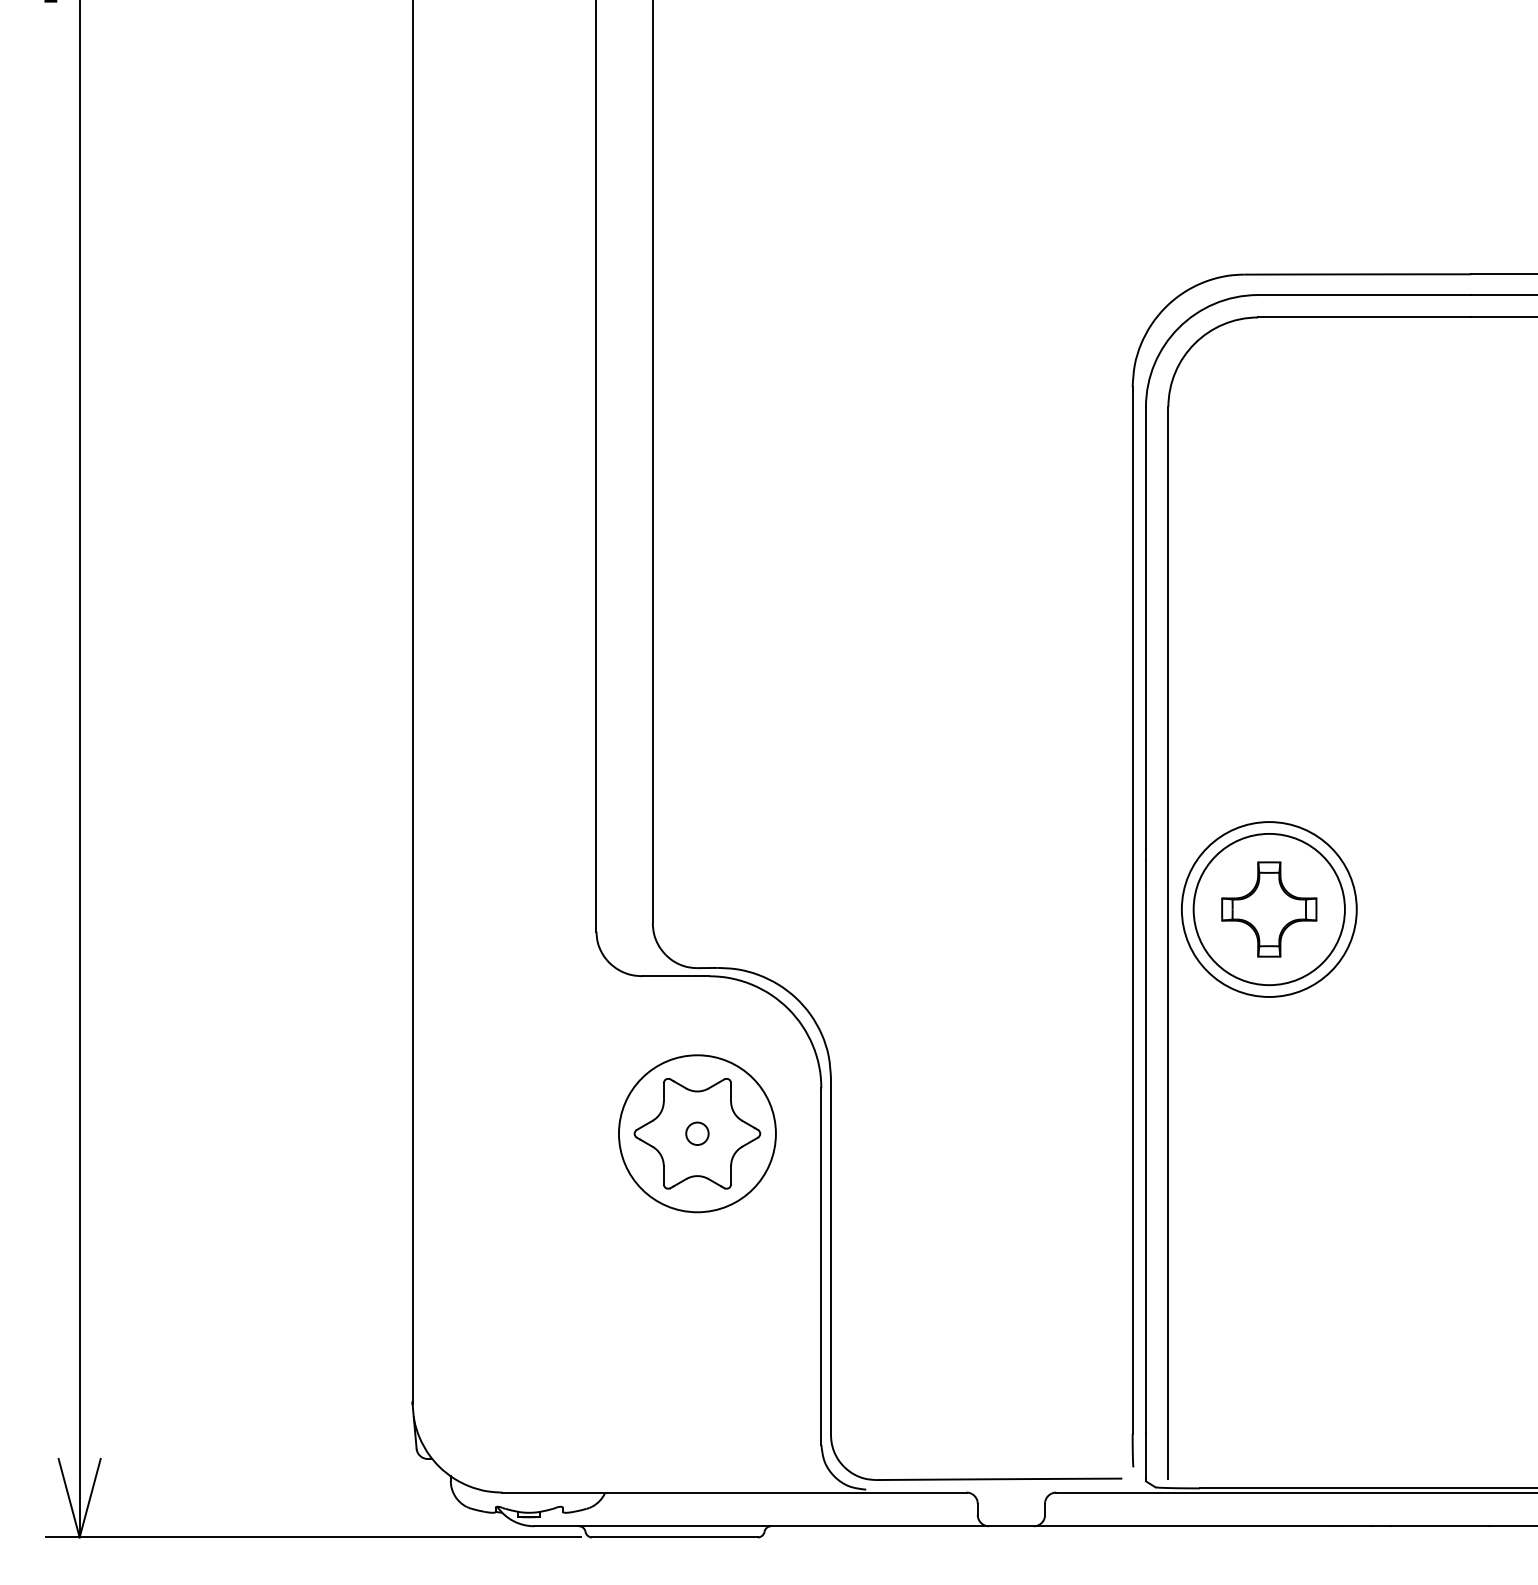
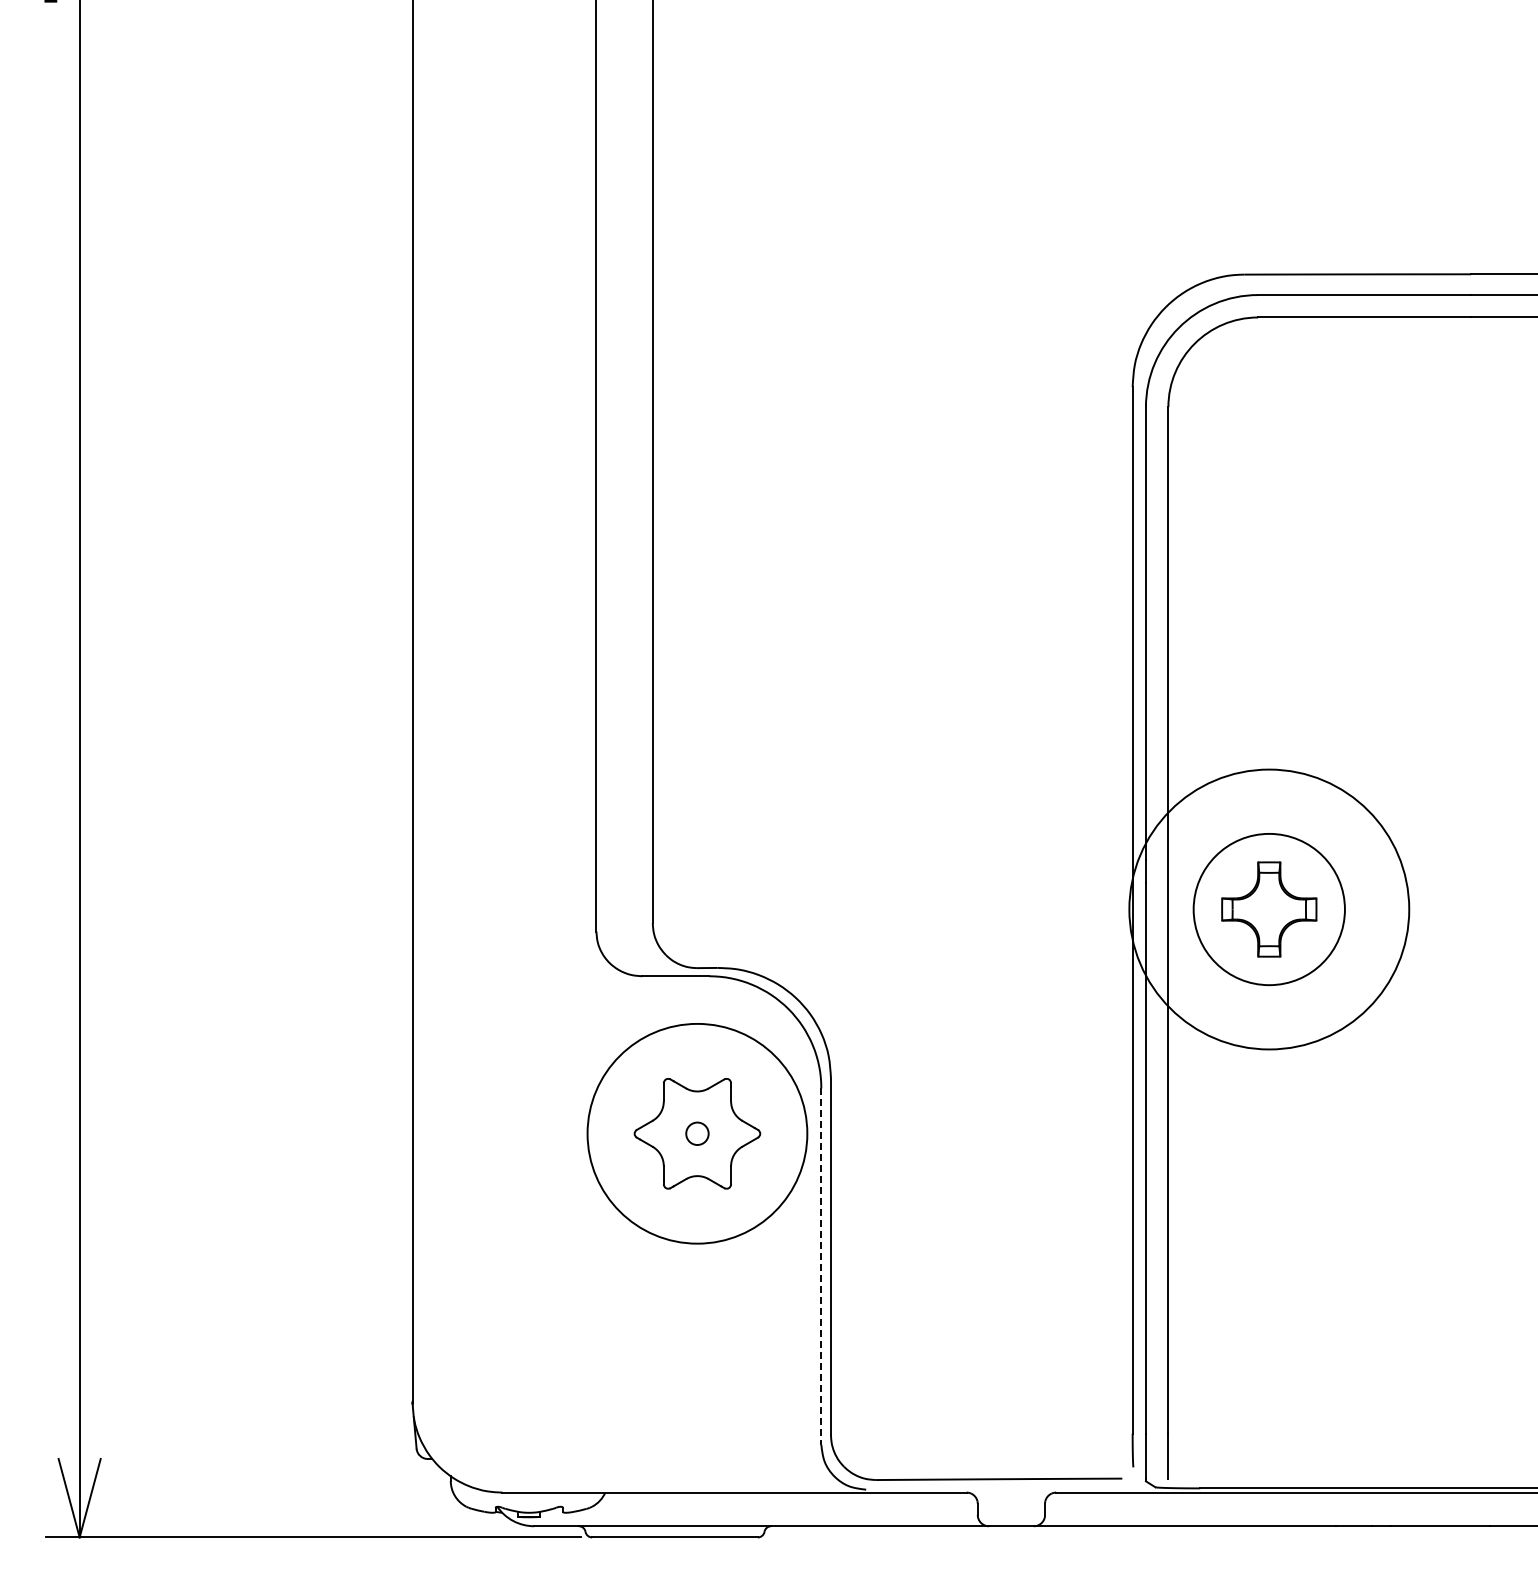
circle at (1268, 909) diameter: 175 px -> 280 px
circle at (696, 1133) diameter: 157 px -> 220 px
line at (821, 1267): solid -> dashed
